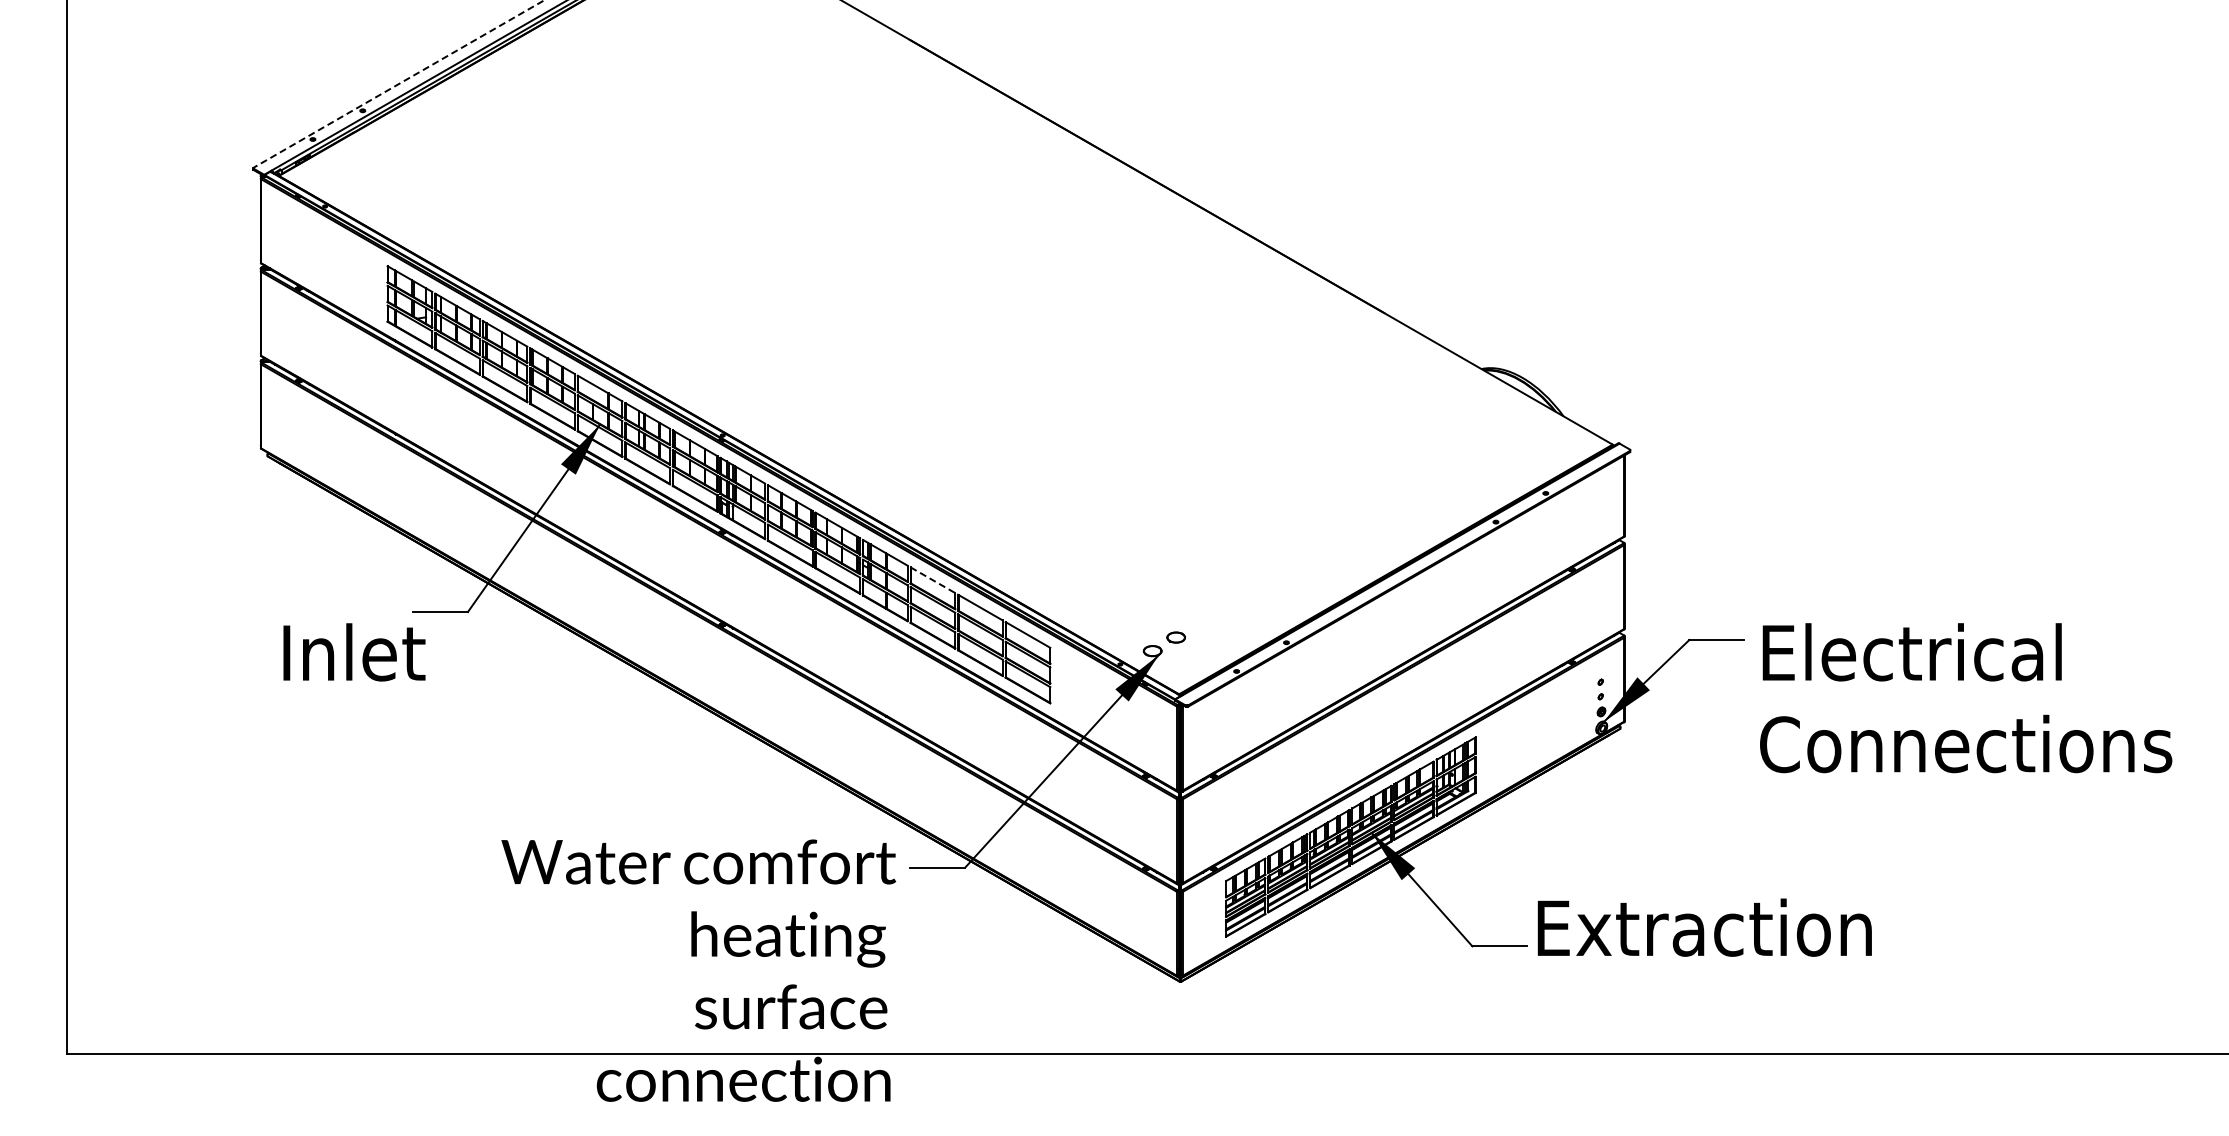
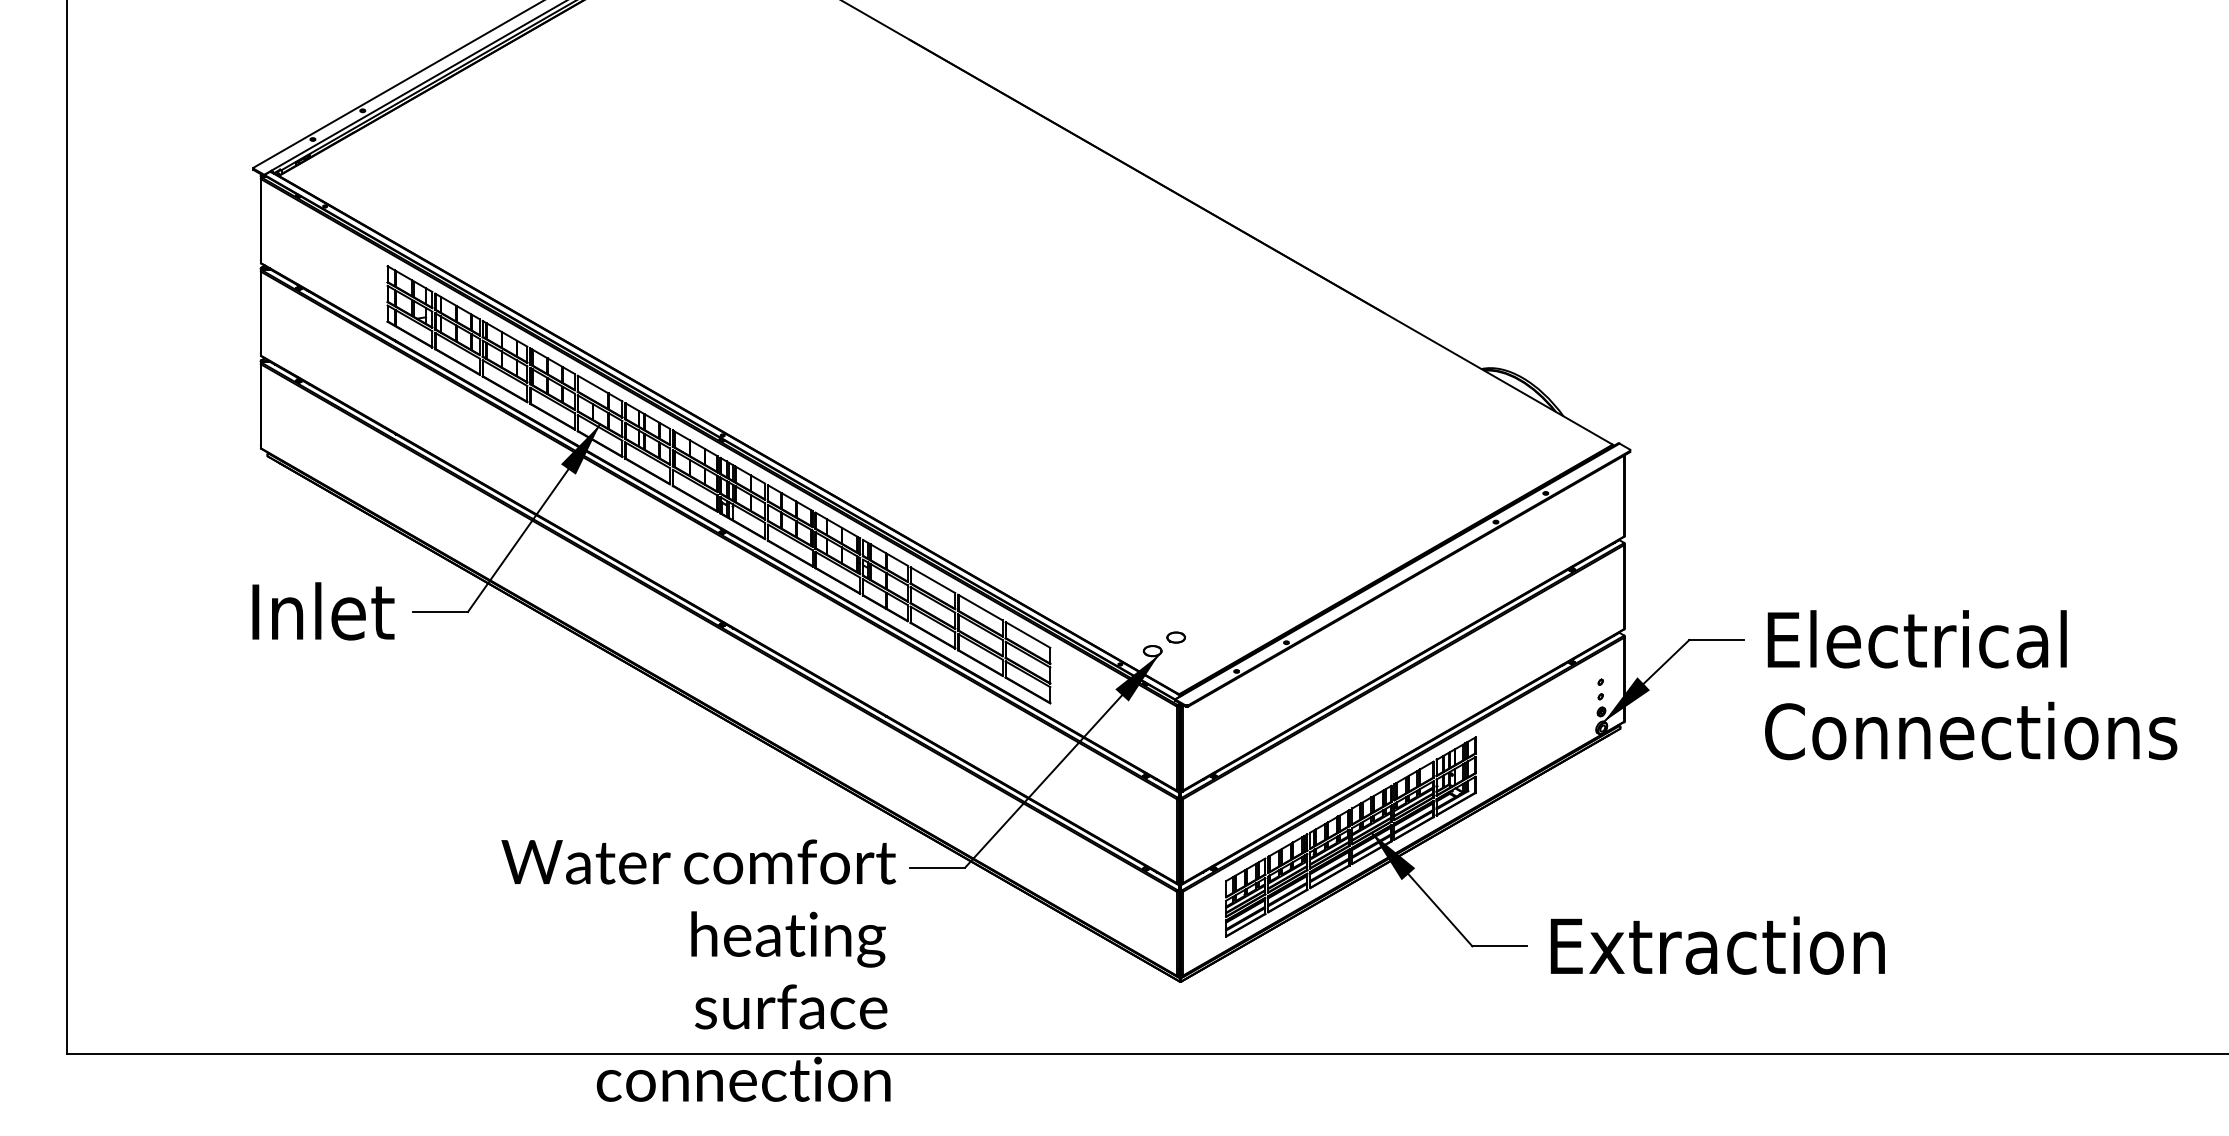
line at (399, 83): dashed -> solid
line at (932, 580): dashed -> solid
text at (354, 652) position: (354, 652) -> (323, 611)
text at (1966, 698) position: (1966, 698) -> (1971, 685)
text at (1704, 927) position: (1704, 927) -> (1717, 945)
